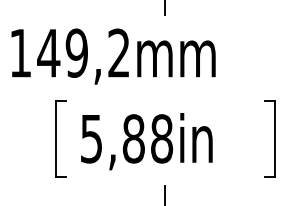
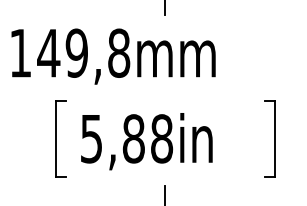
text at (119, 52): 149,2mm -> 149,8mm
